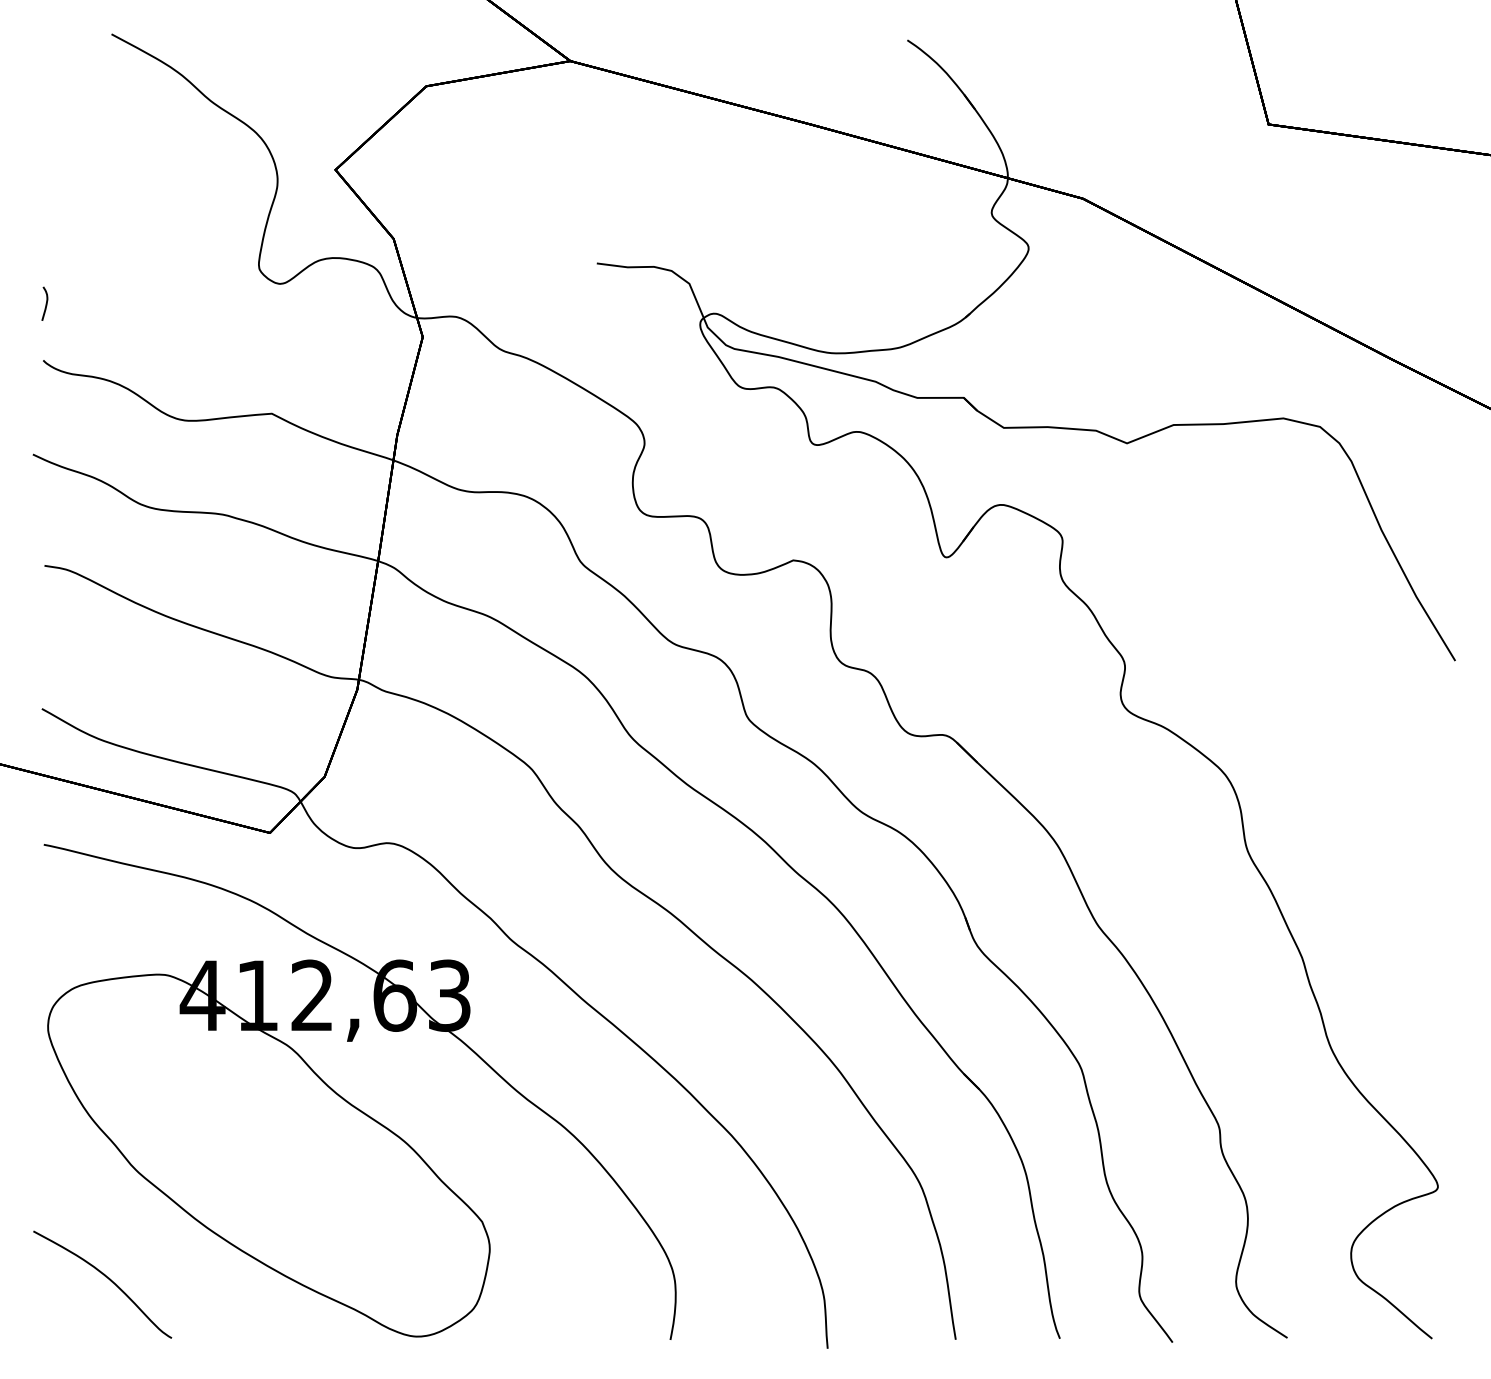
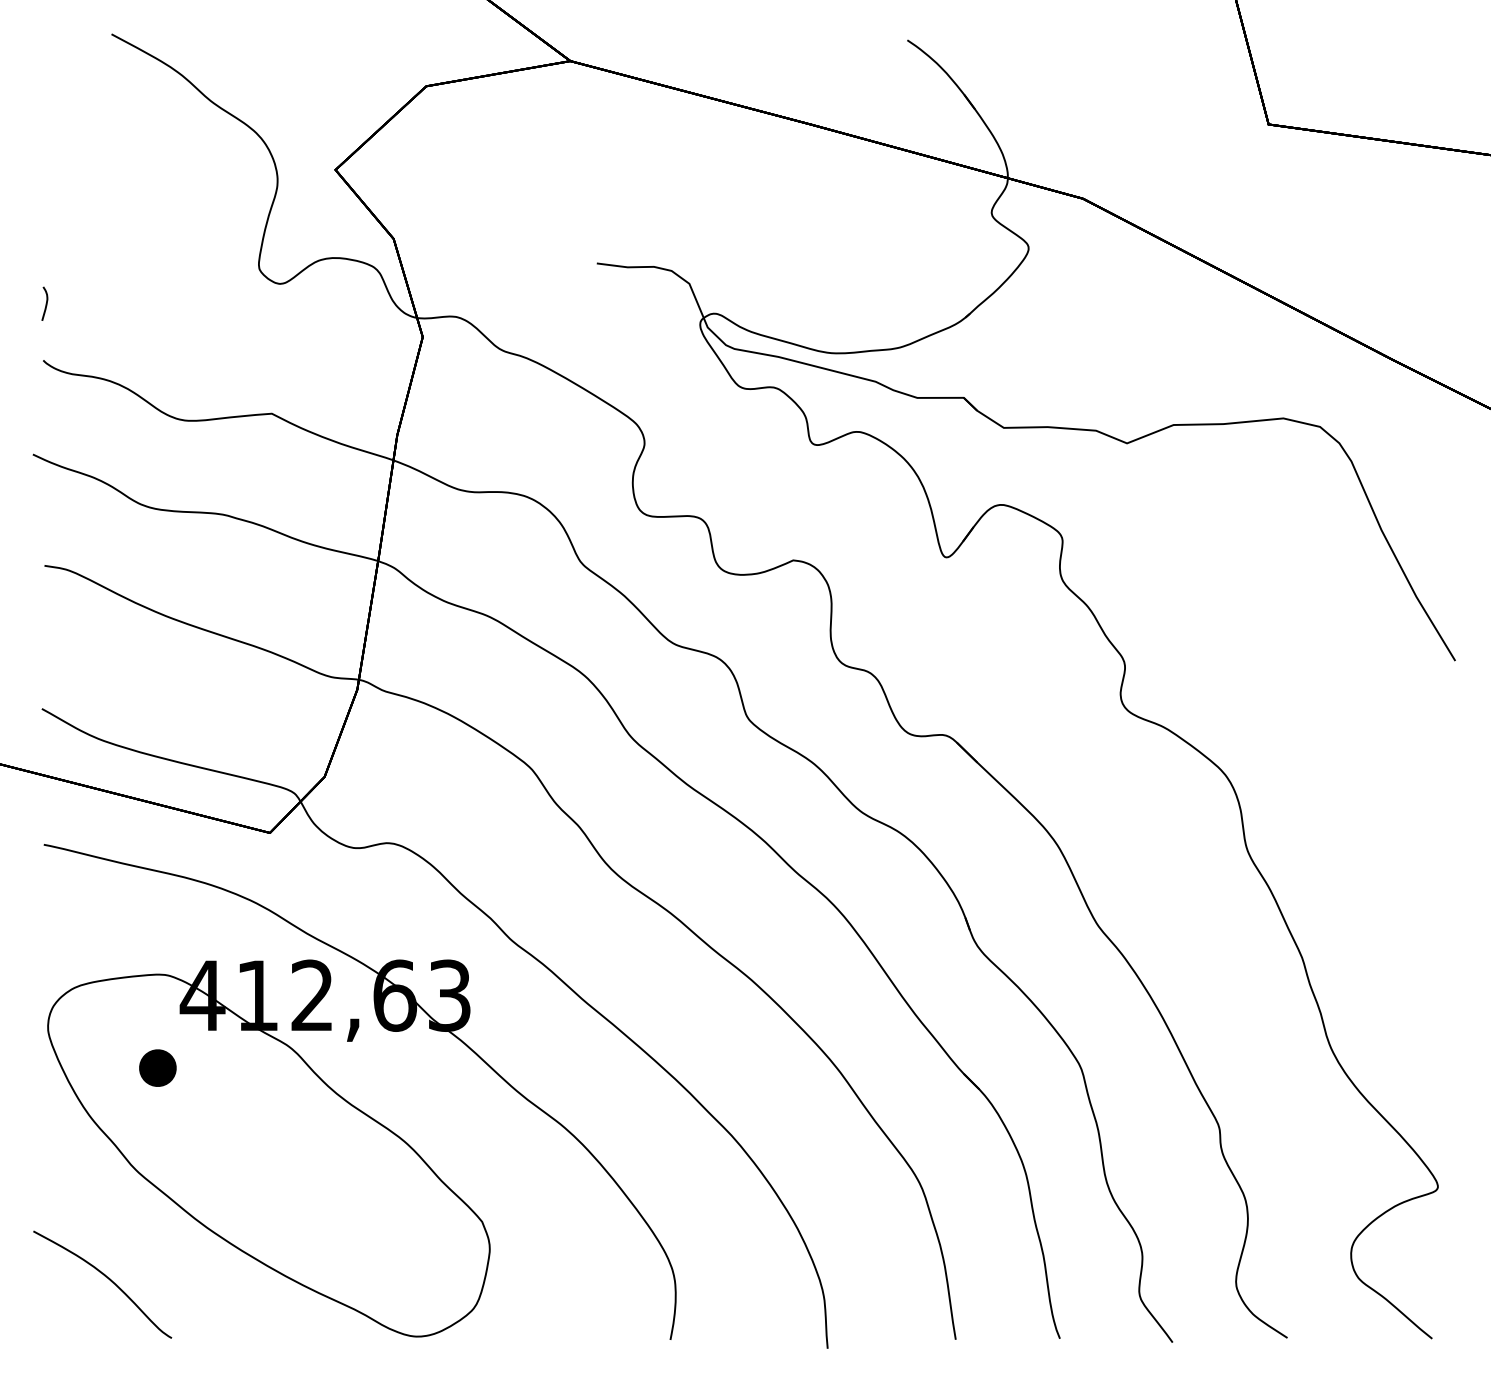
part at (157, 1067): none -> present
